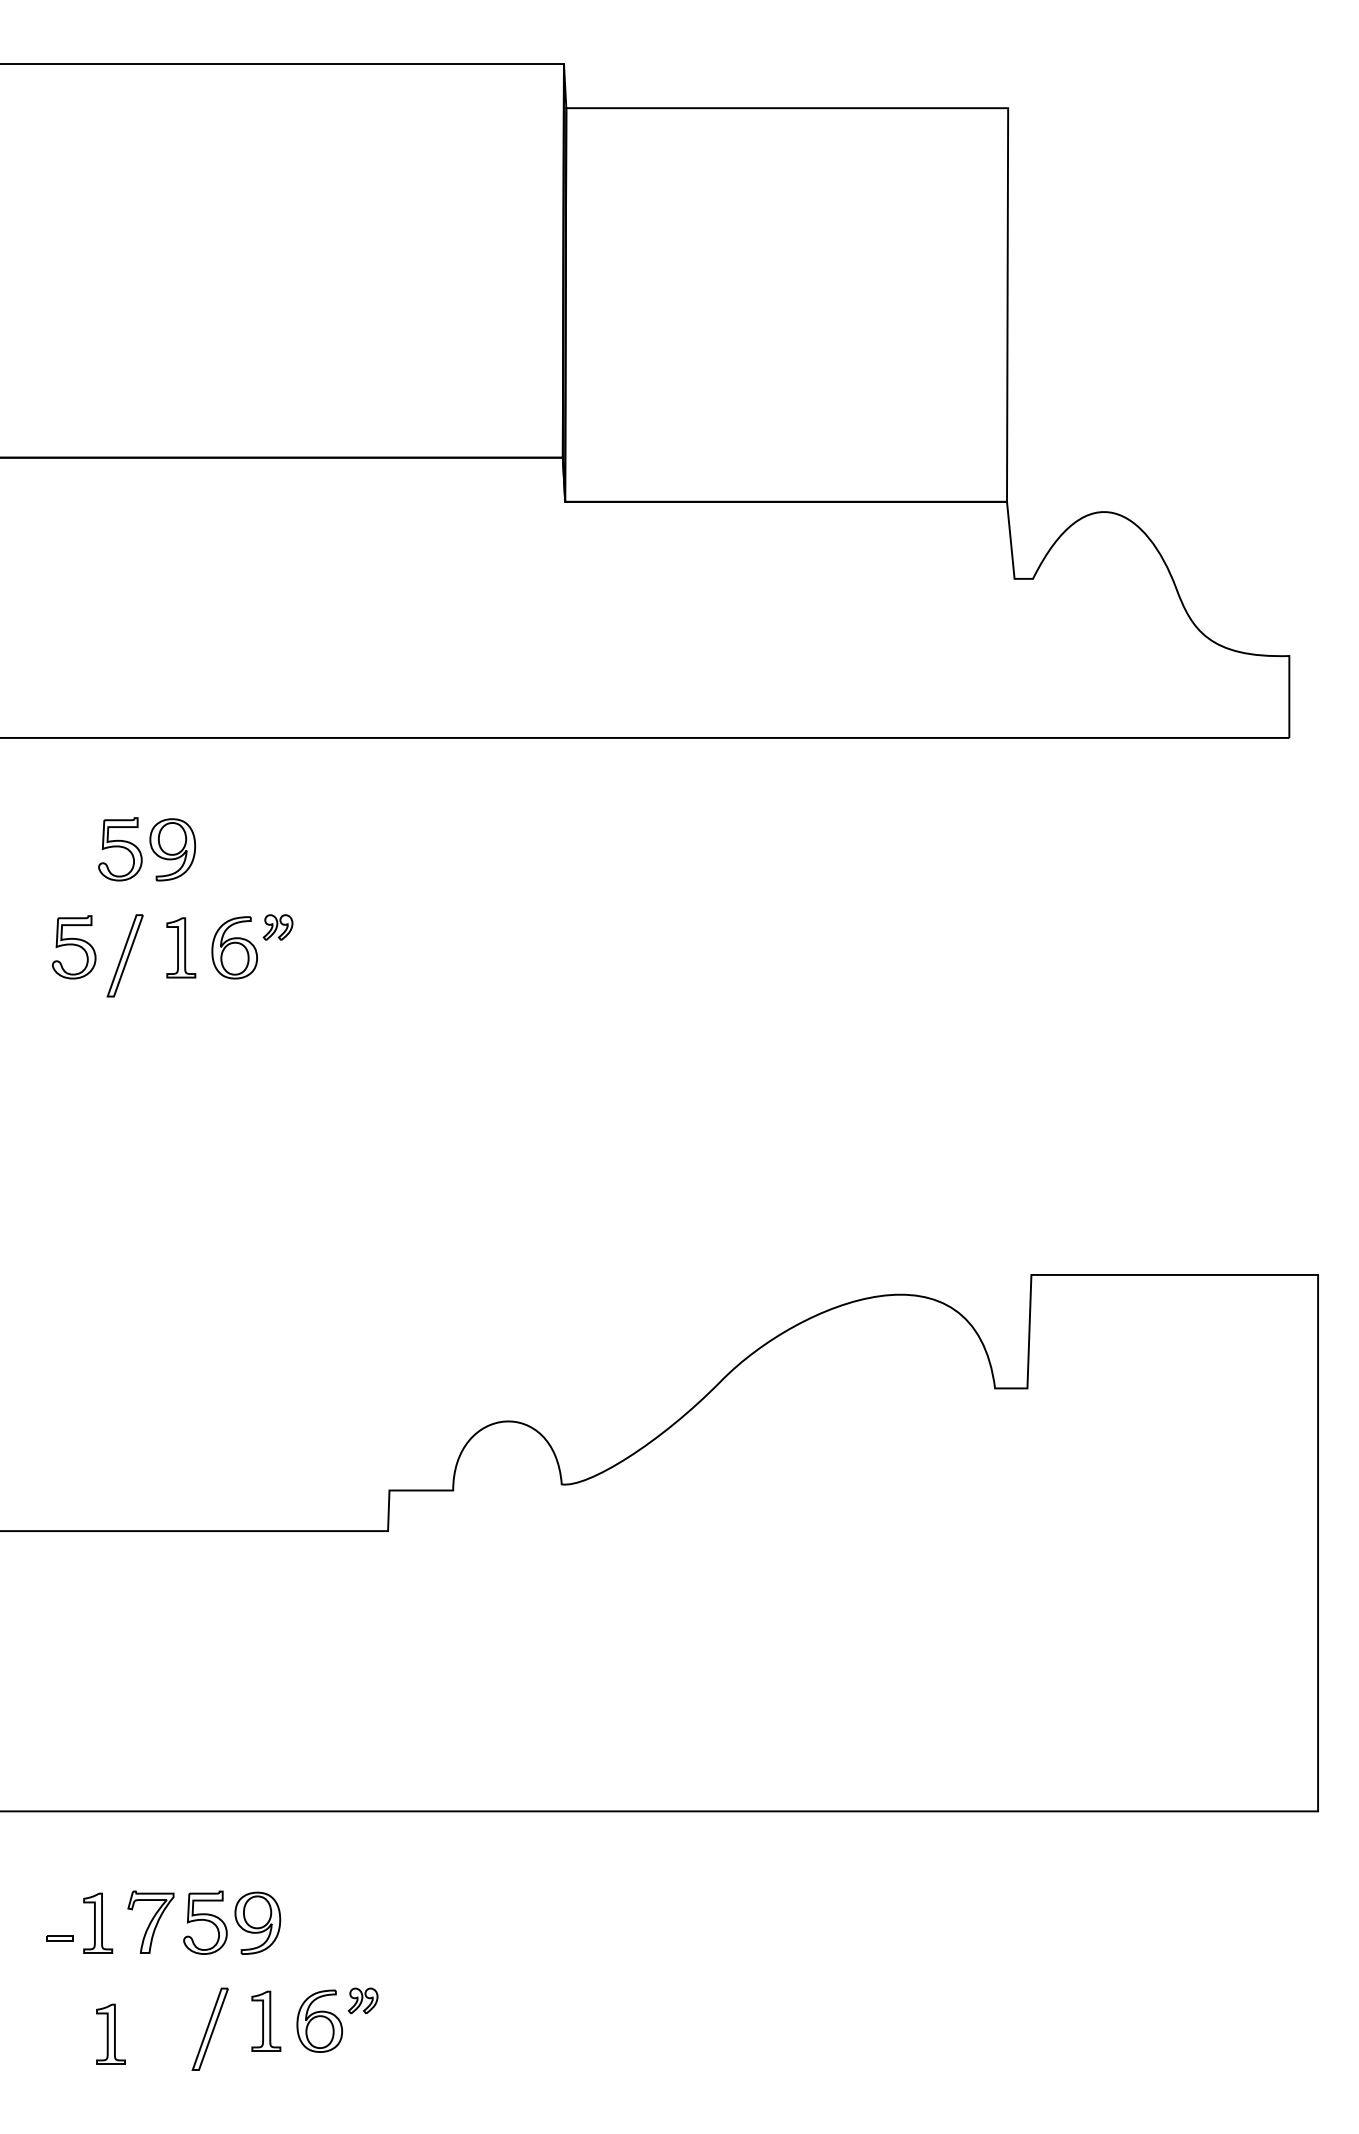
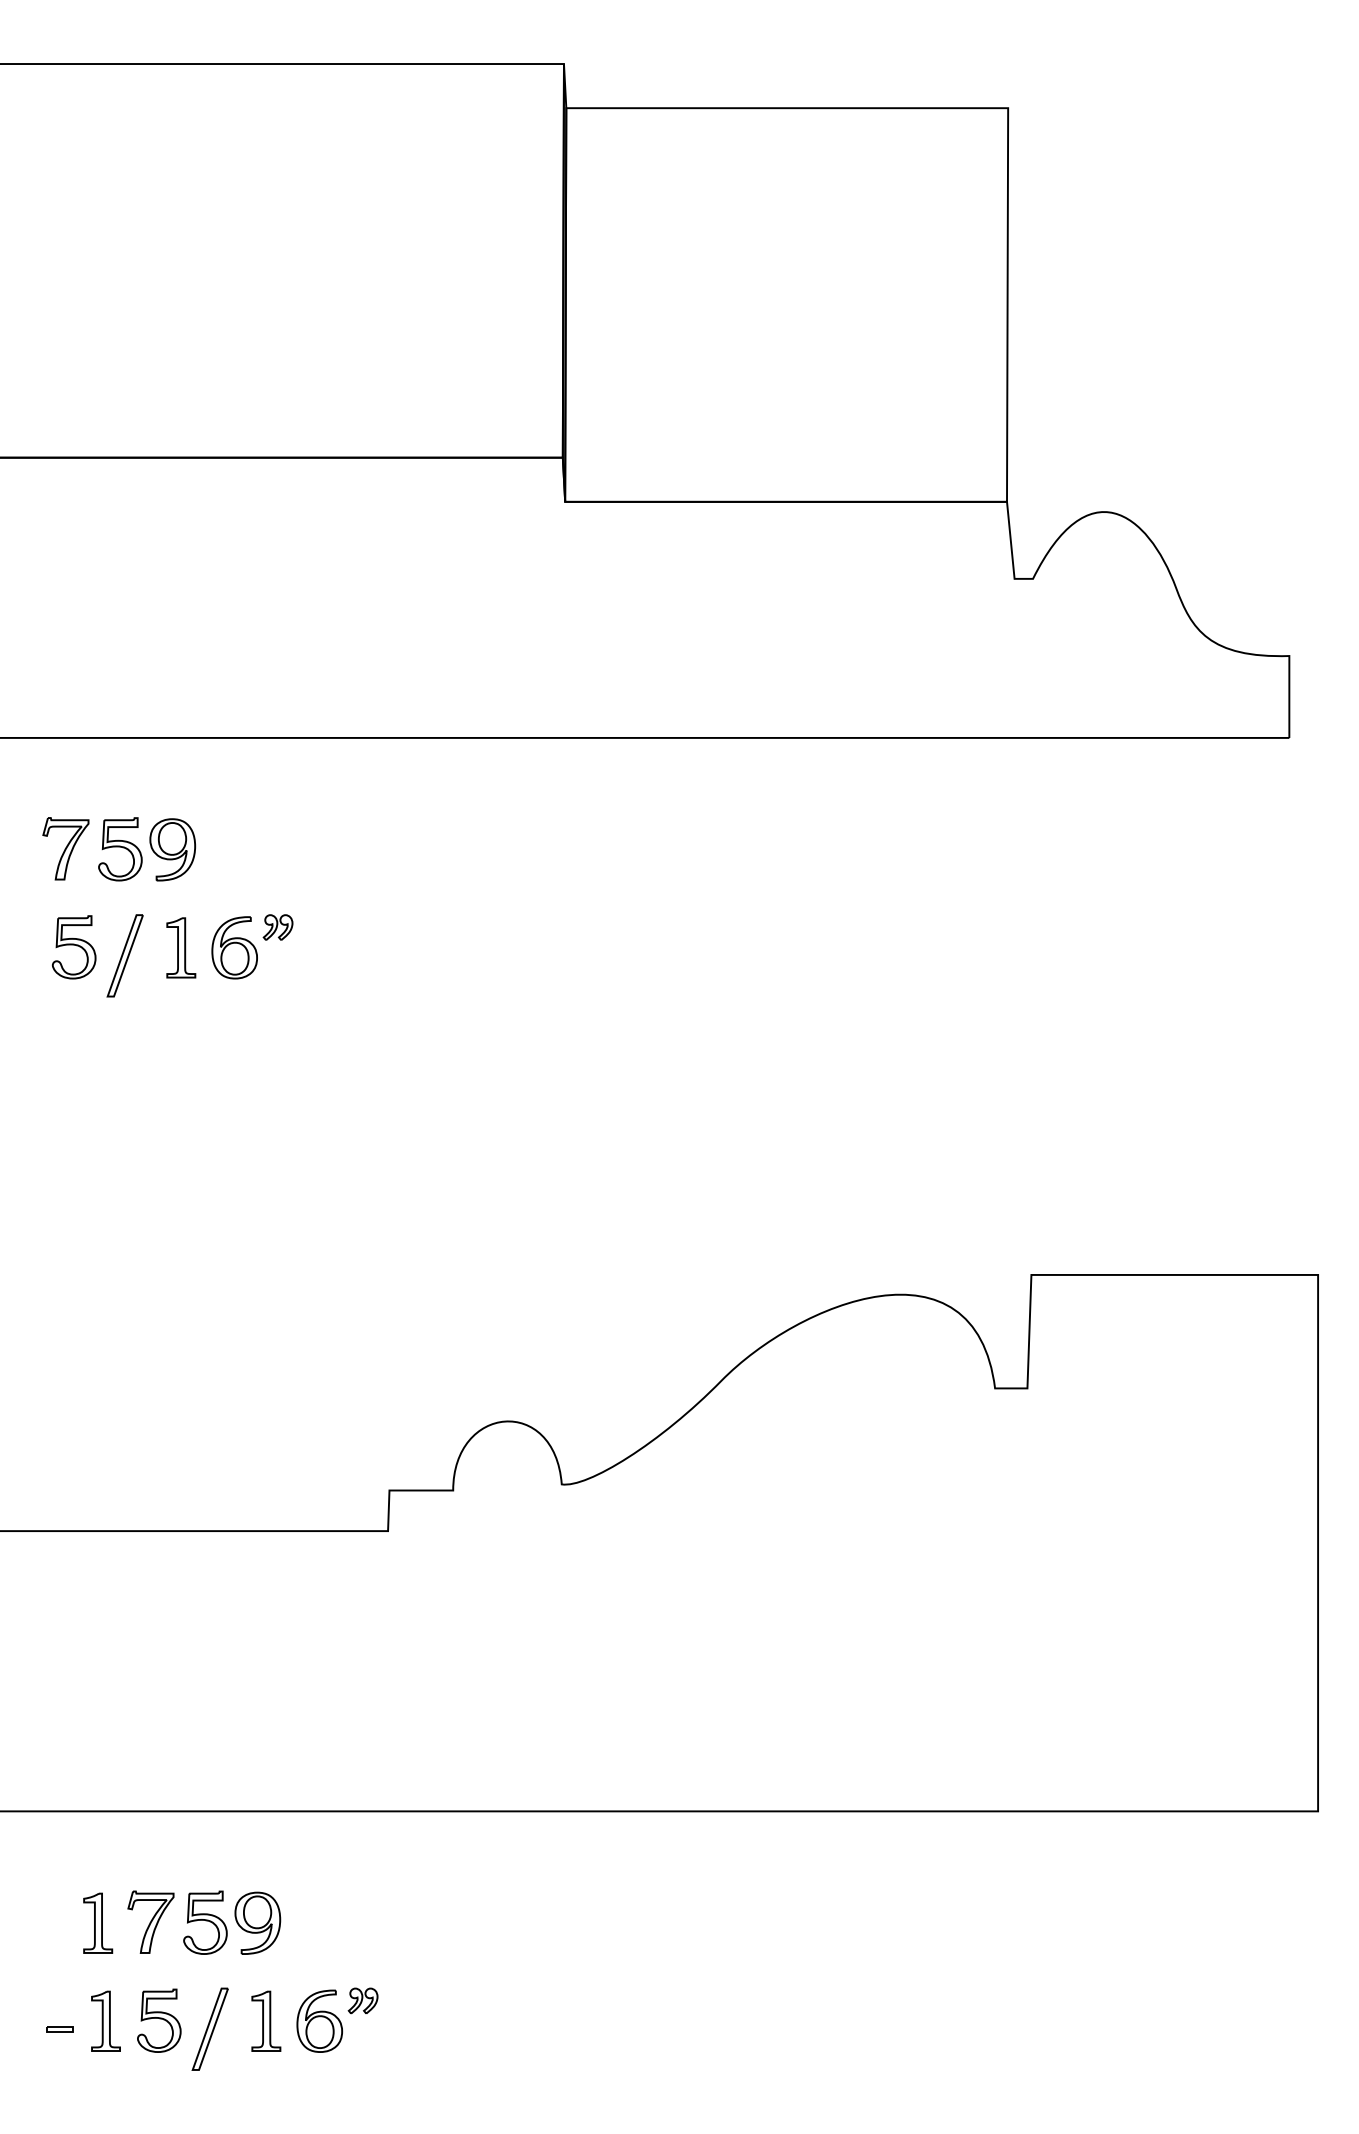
part at (65, 848): none -> present
part at (59, 1938) position: (59, 1938) -> (59, 2029)
part at (159, 2020): none -> present
part at (110, 2033) position: (110, 2033) -> (105, 2020)
